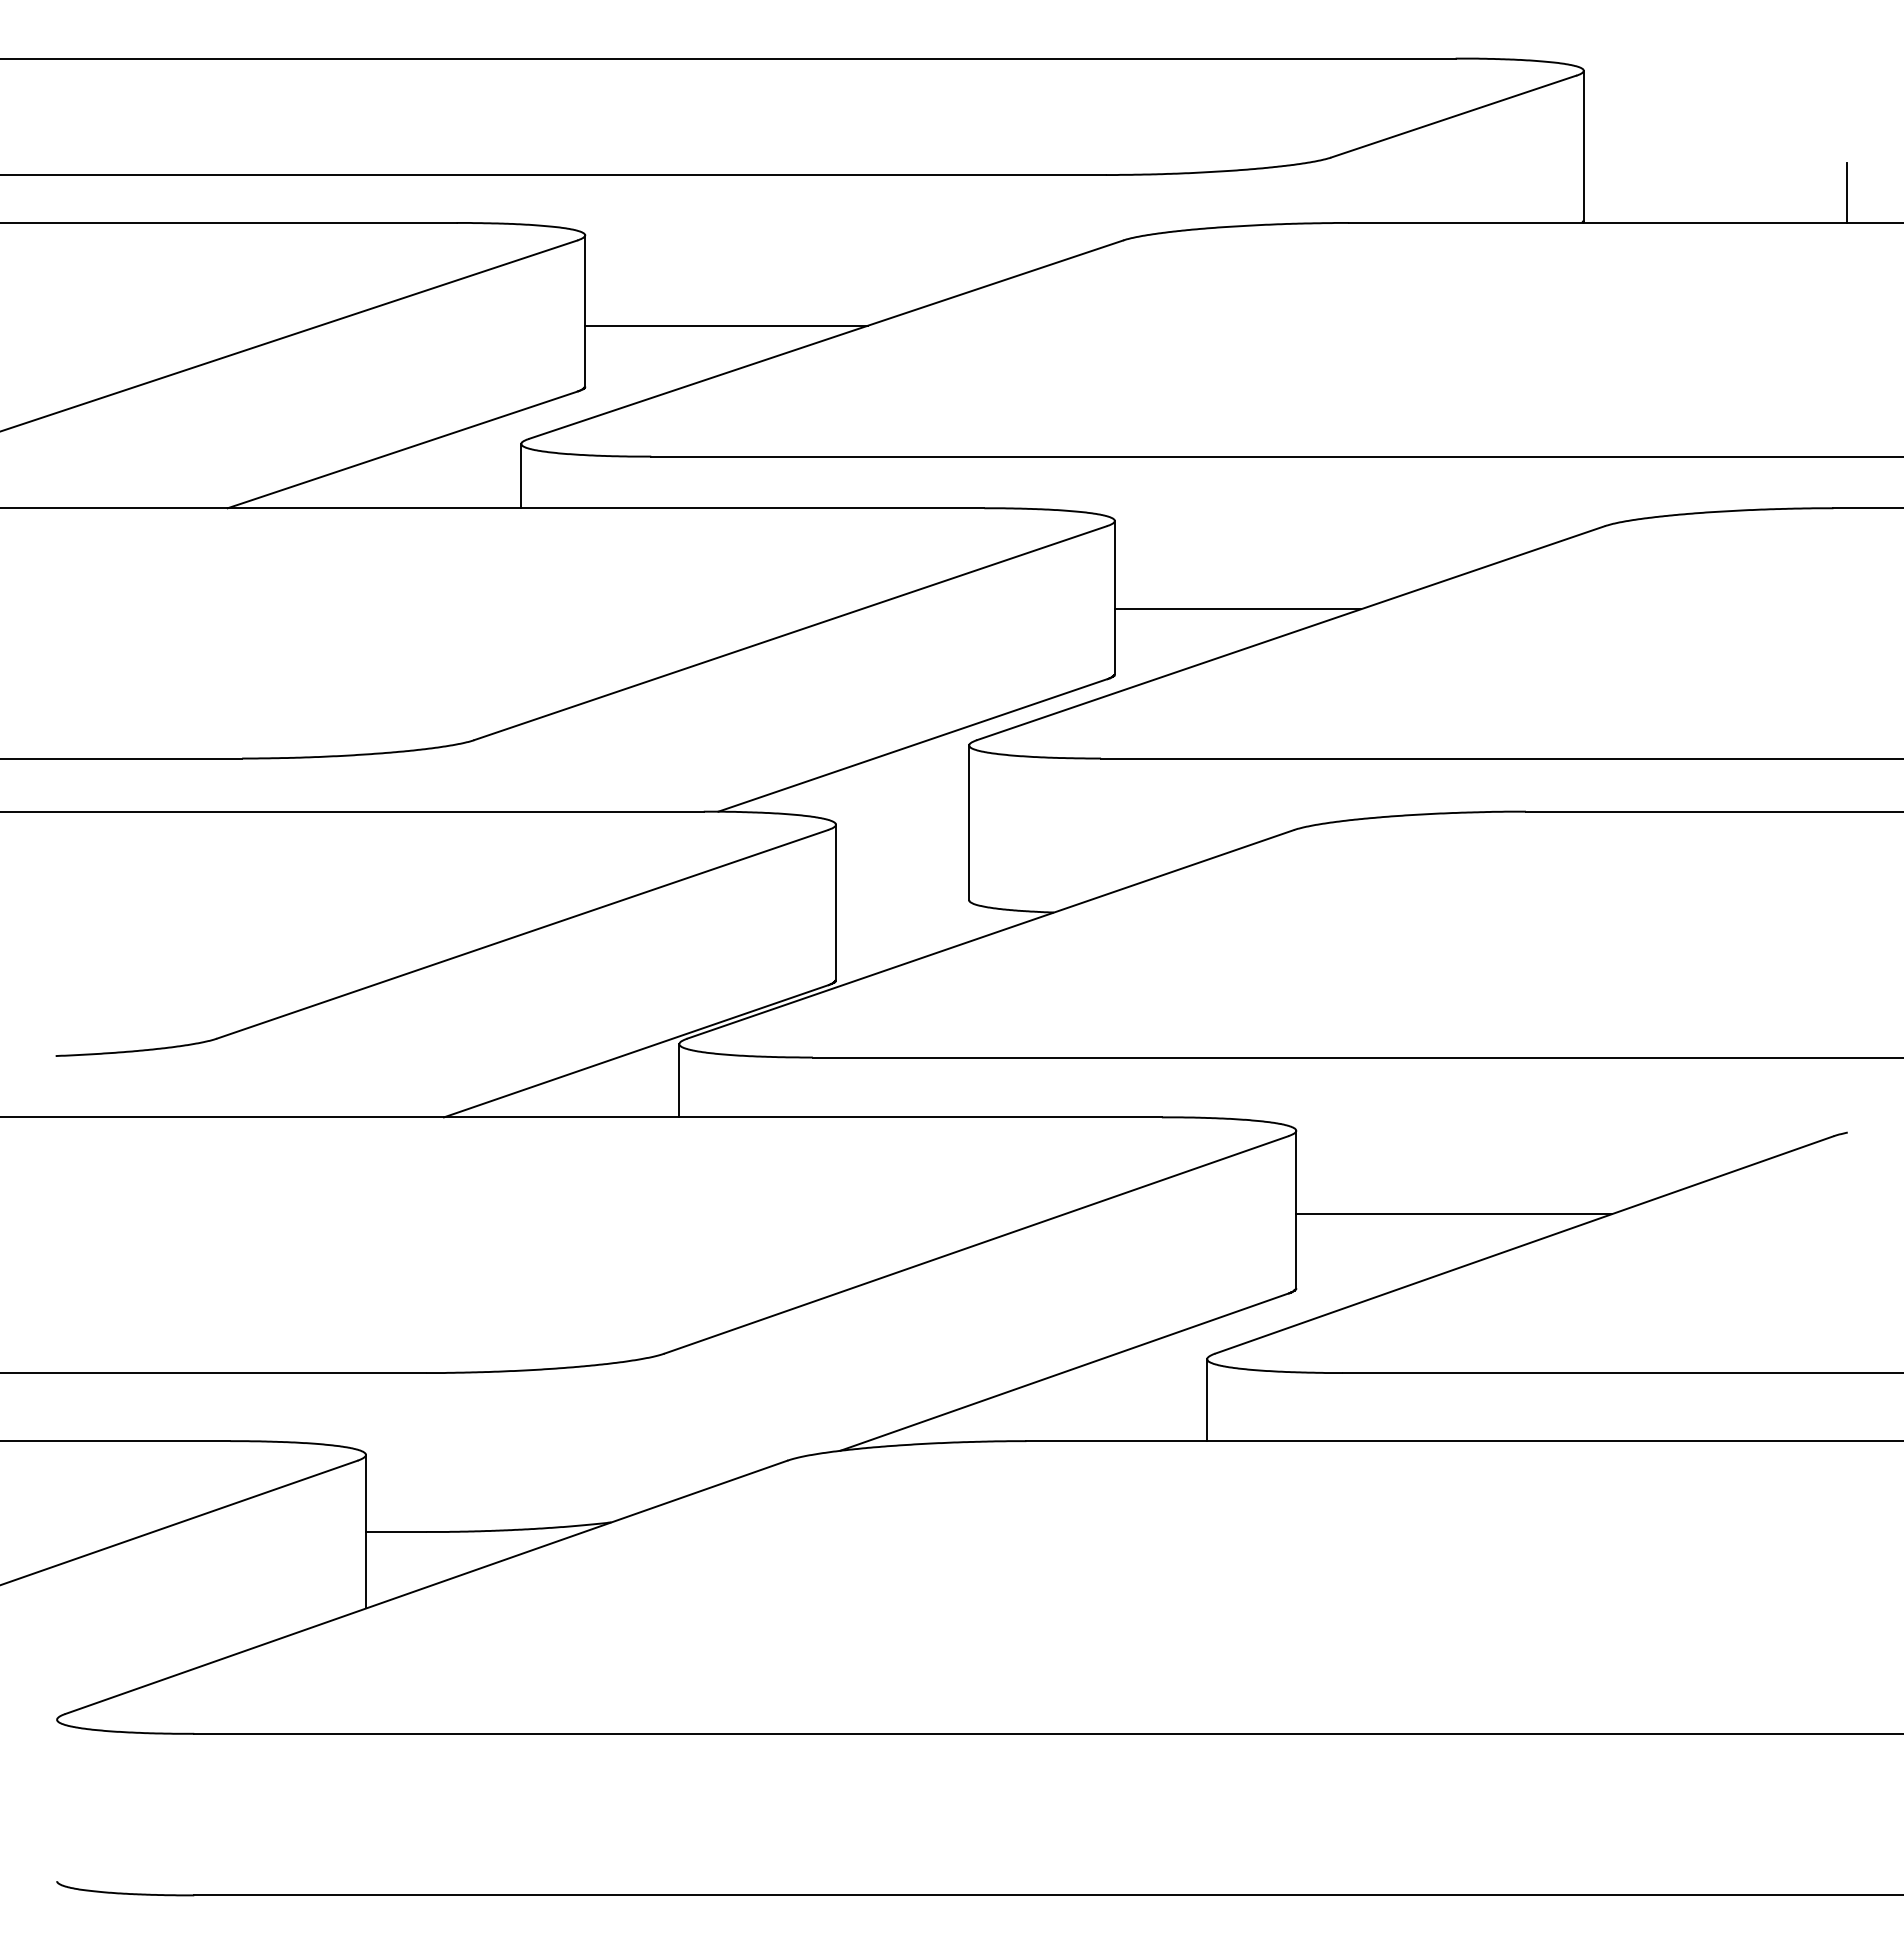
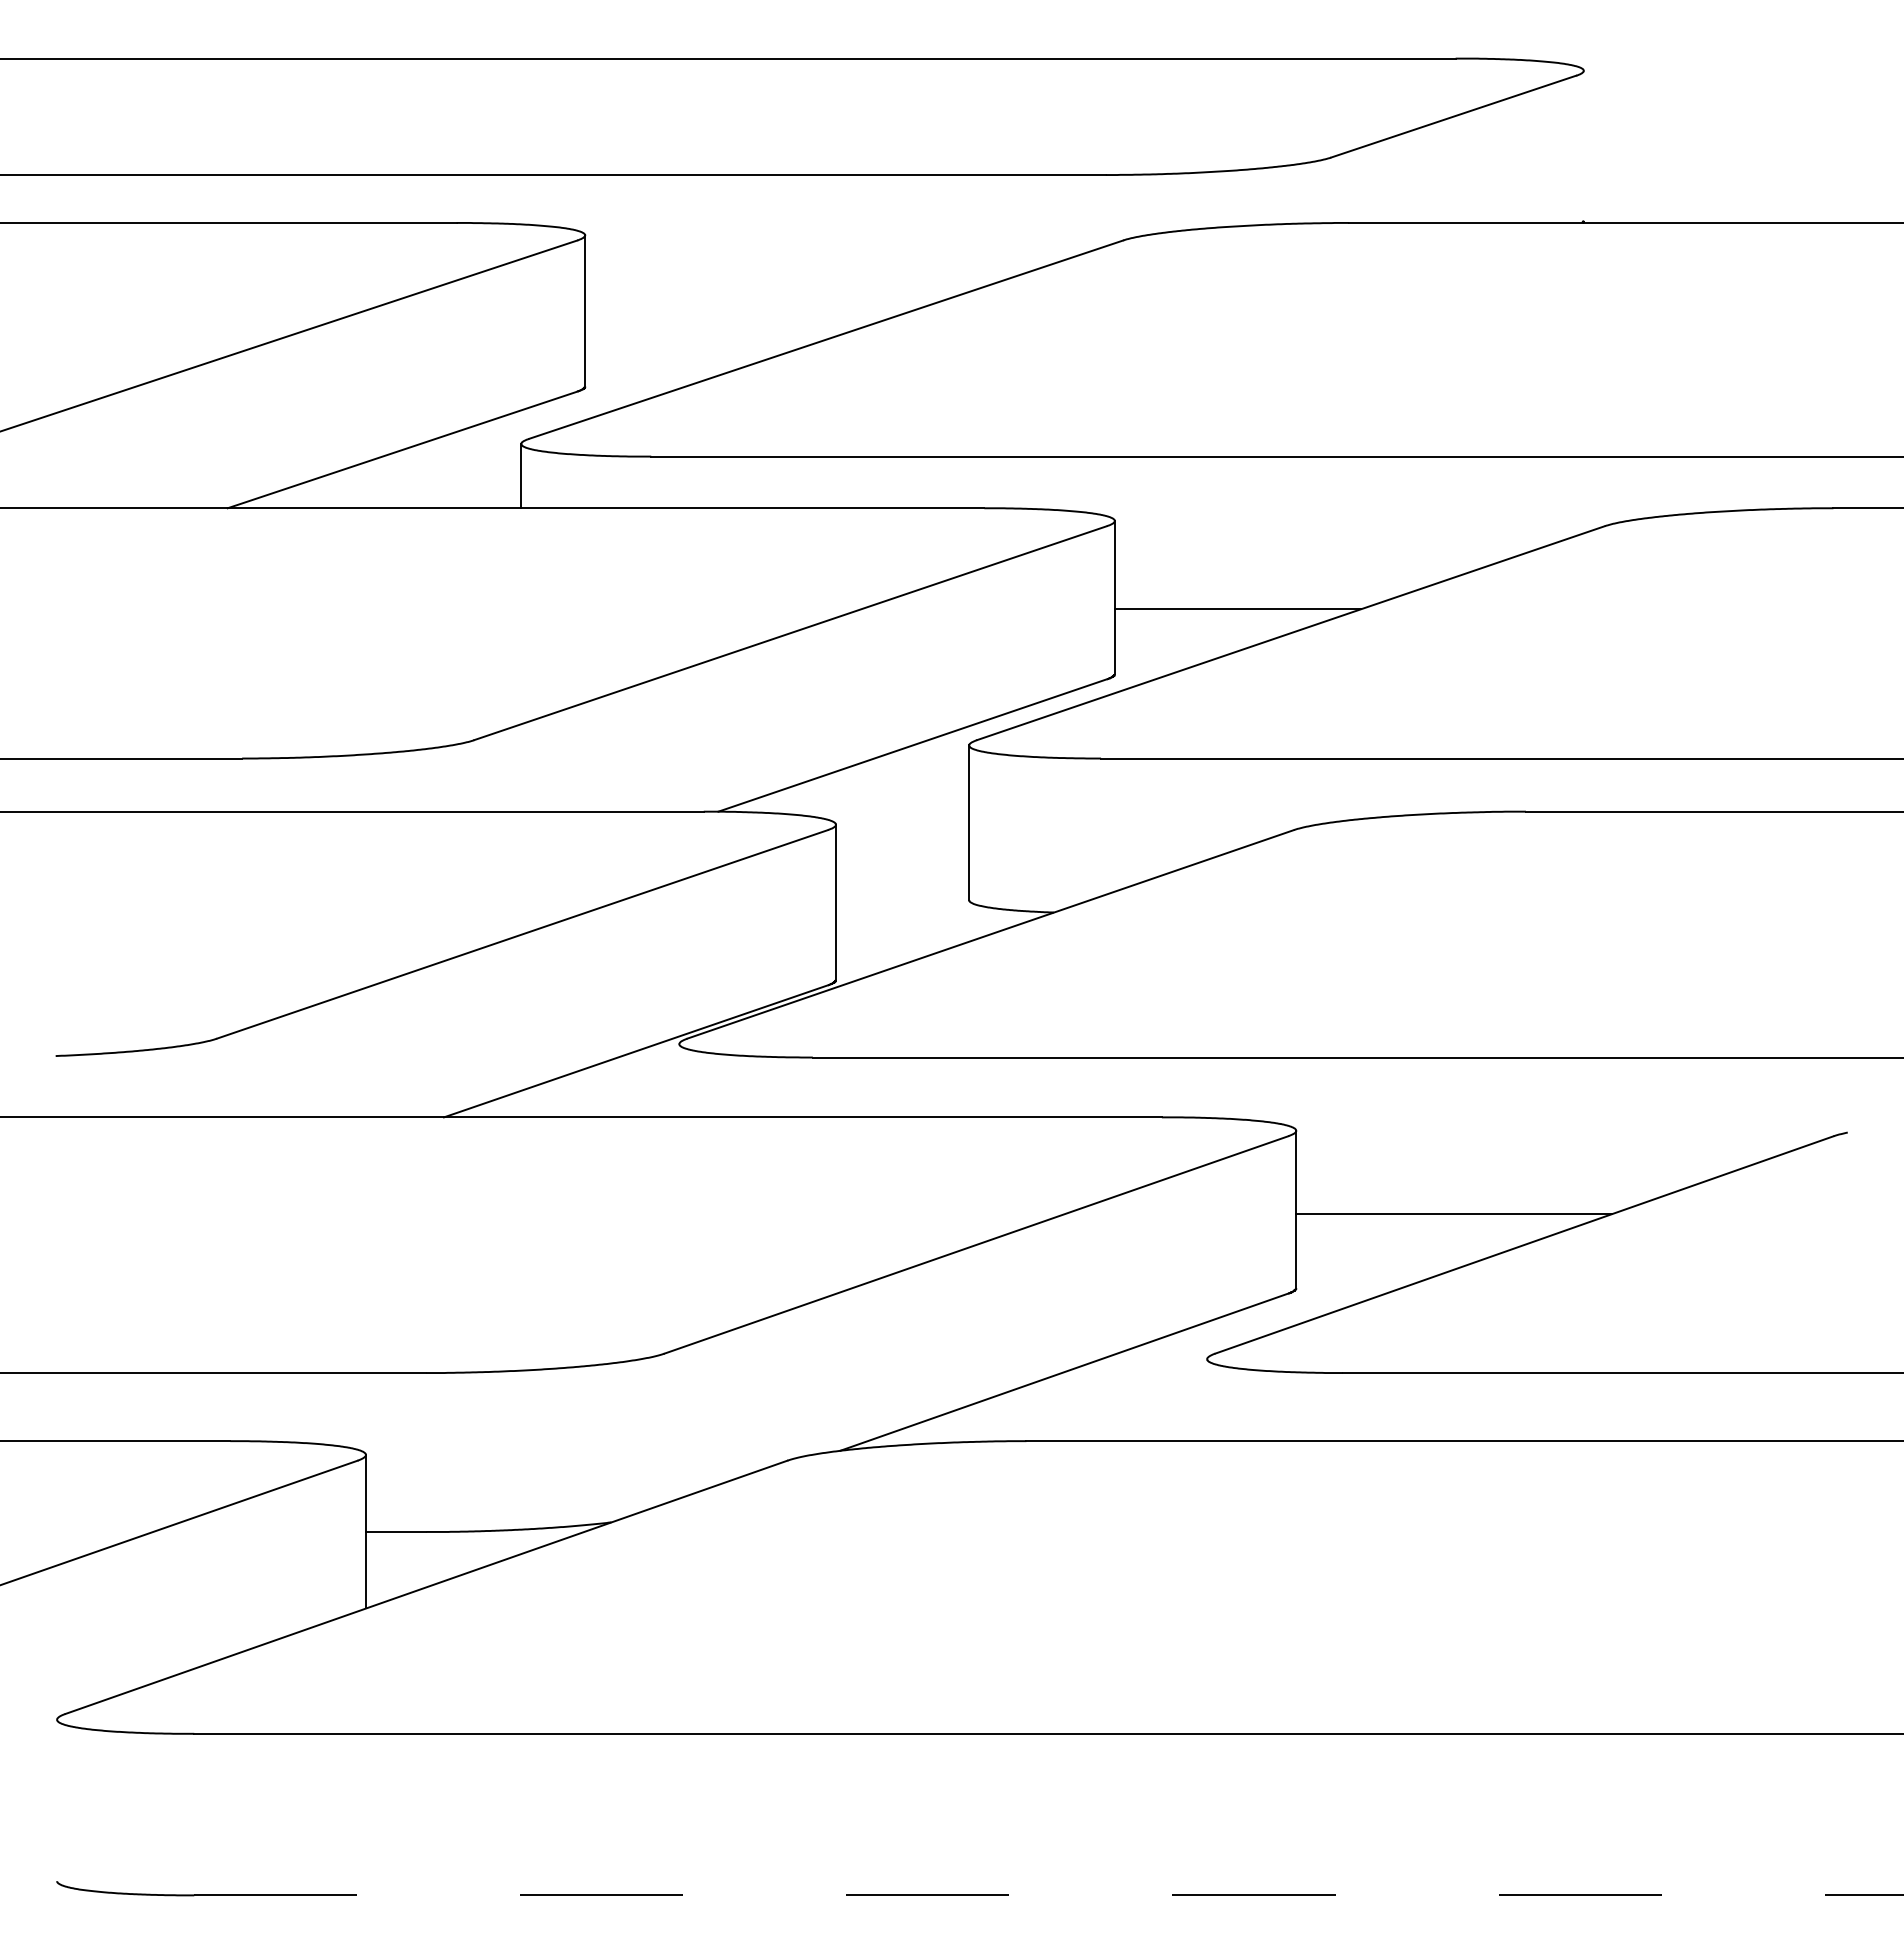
line at (1583, 145): present -> none
line at (1846, 192): present -> none
line at (726, 325): present -> none
line at (679, 1080): present -> none
line at (1207, 1400): present -> none
line at (1049, 1895): solid -> dashed
